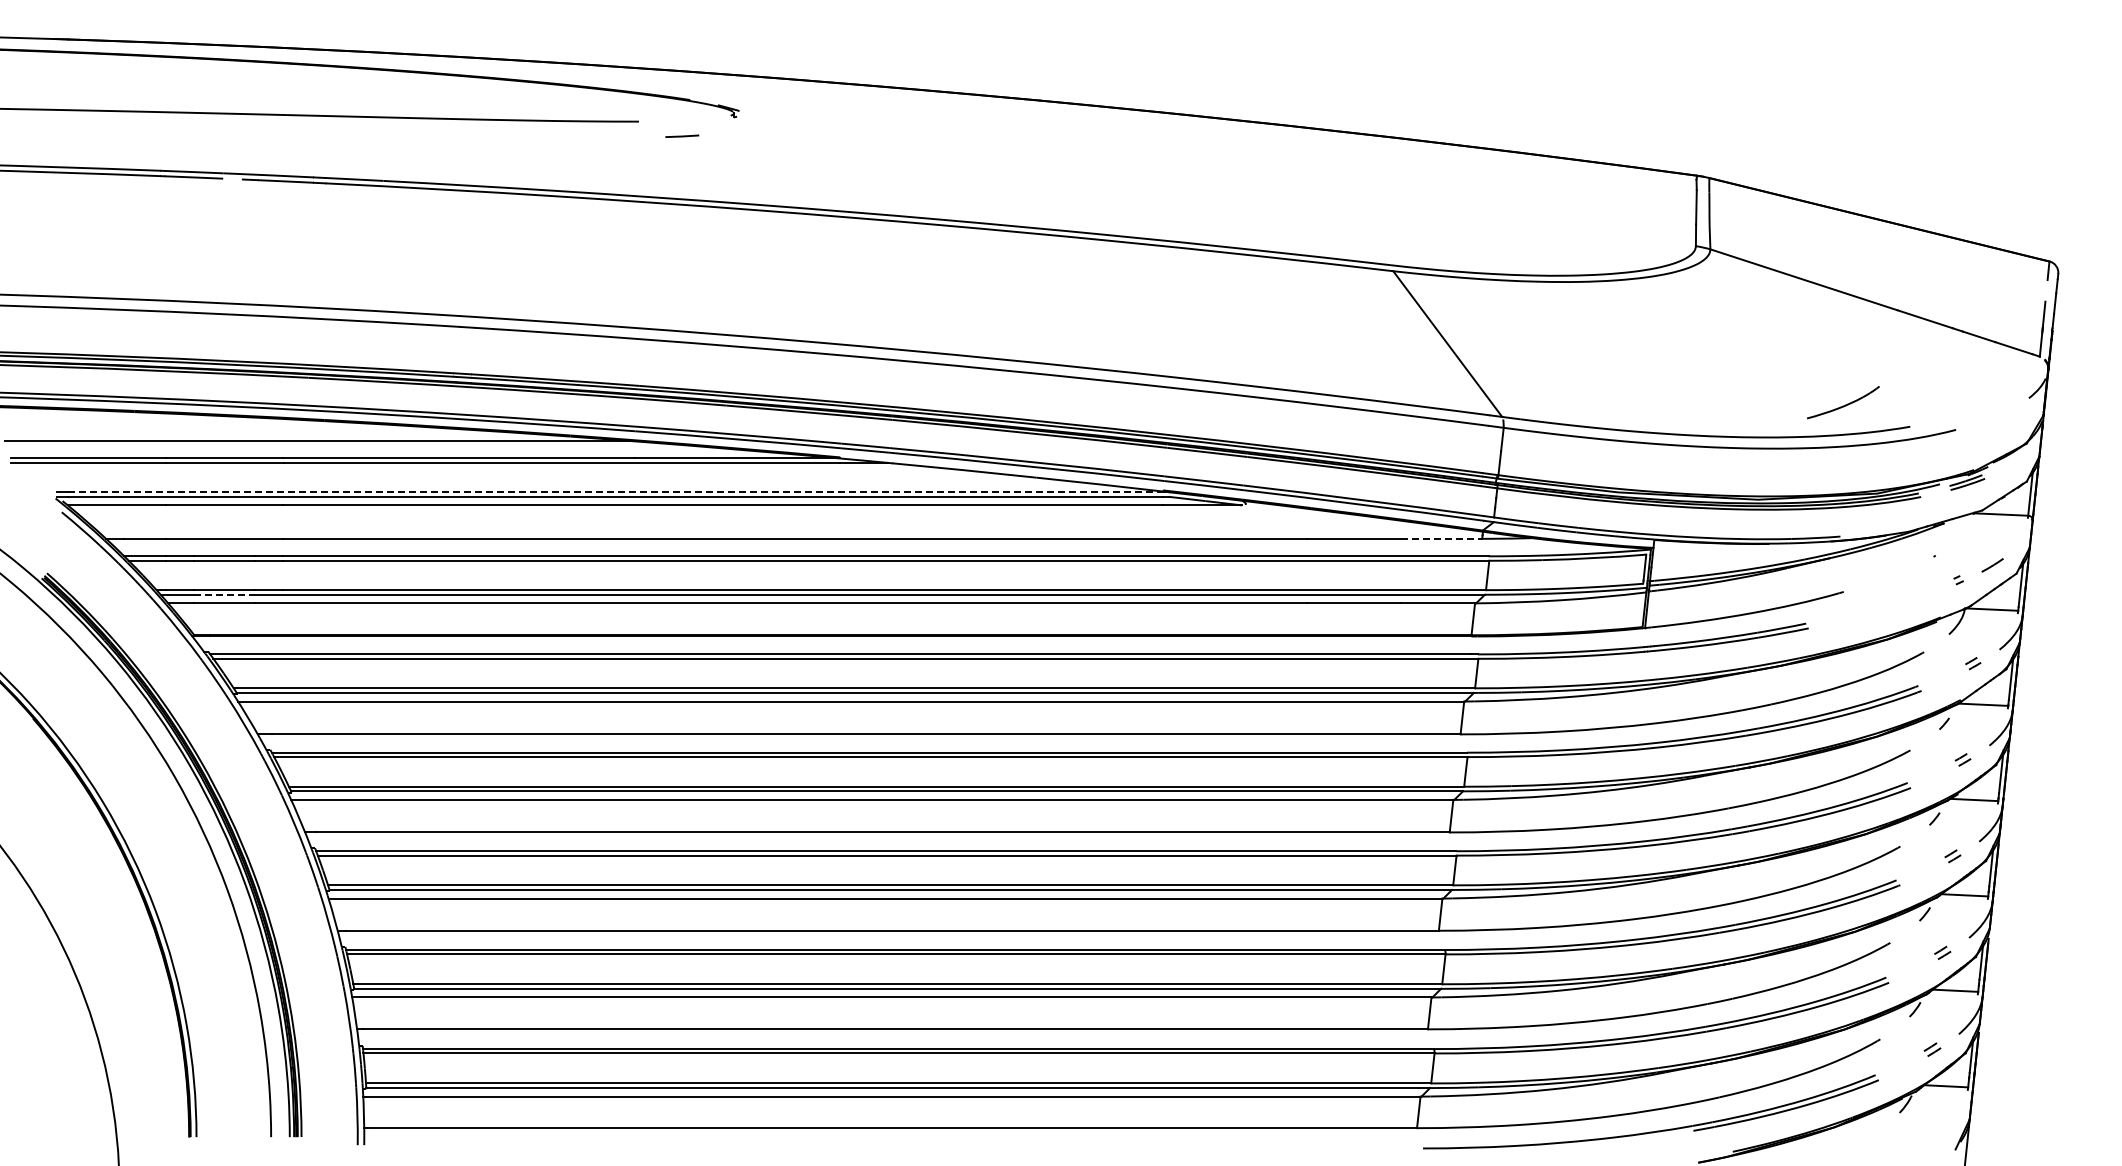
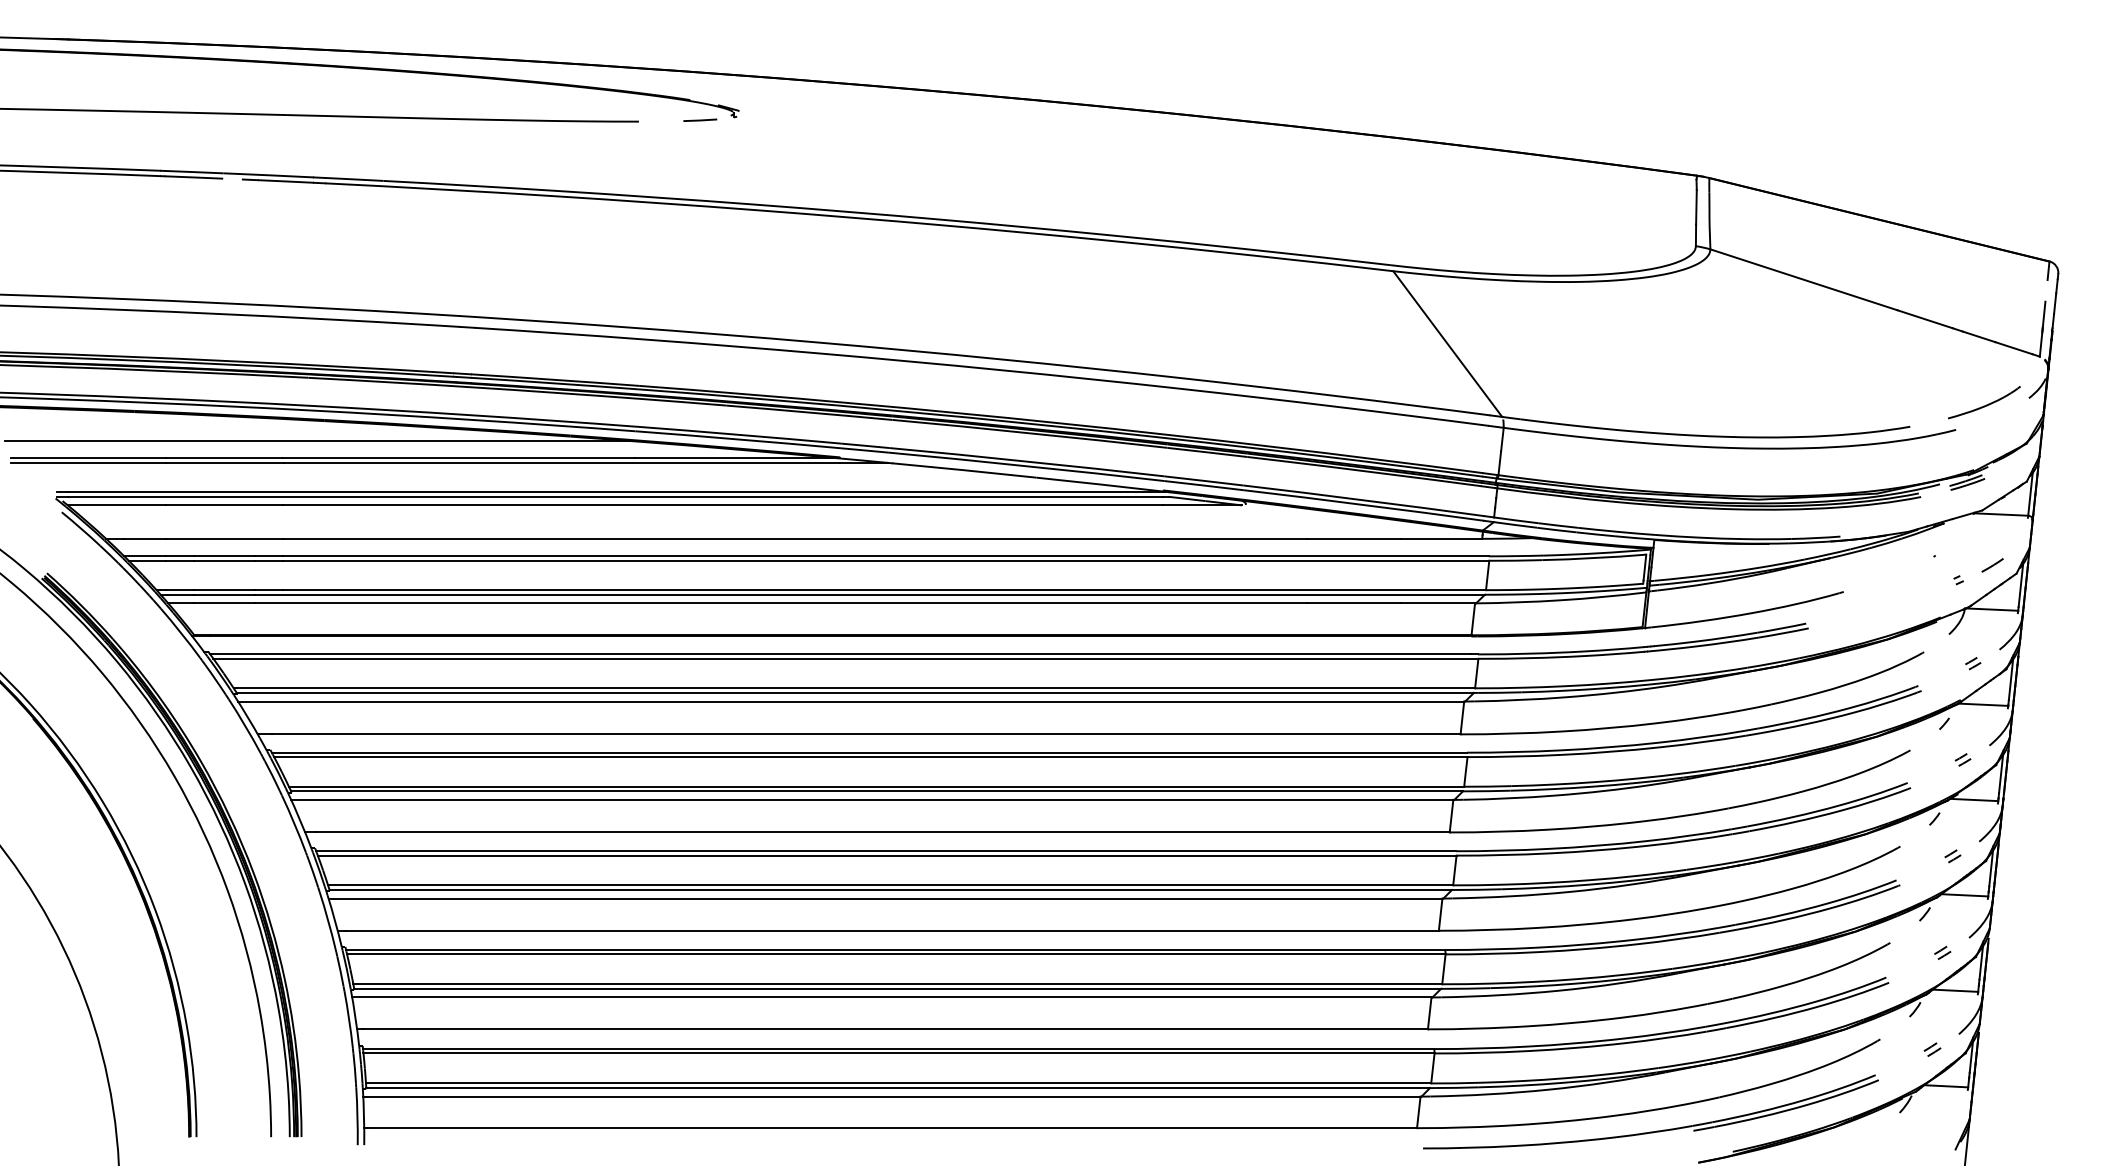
line at (682, 135) position: (682, 135) -> (700, 119)
part at (1843, 402) position: (1843, 402) -> (1984, 402)
line at (613, 492): dashed -> solid
line at (1441, 538): dashed -> solid
line at (225, 594): dashed -> solid
